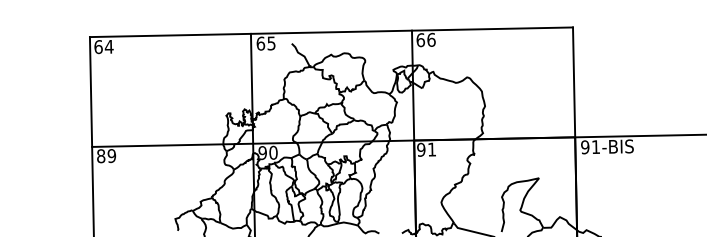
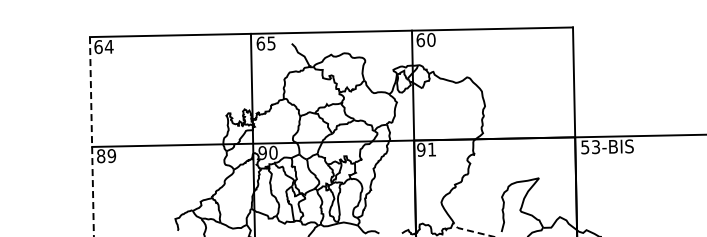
text at (431, 39): 66 -> 60
line at (91, 136): solid -> dashed
text at (590, 147): 91-BIS -> 53-BIS
line at (472, 231): solid -> dashed
